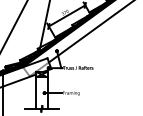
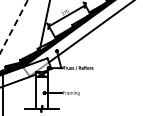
line at (13, 26): solid -> dashed
